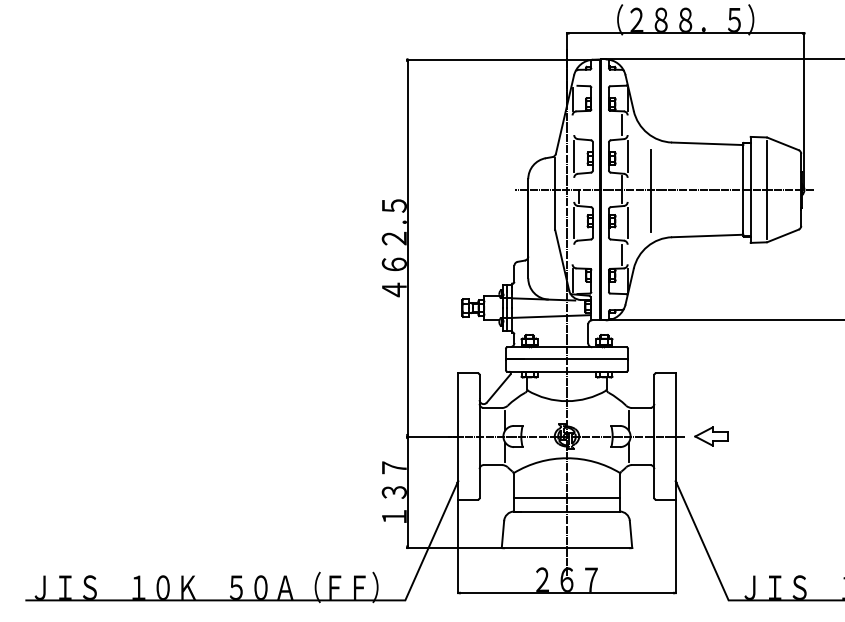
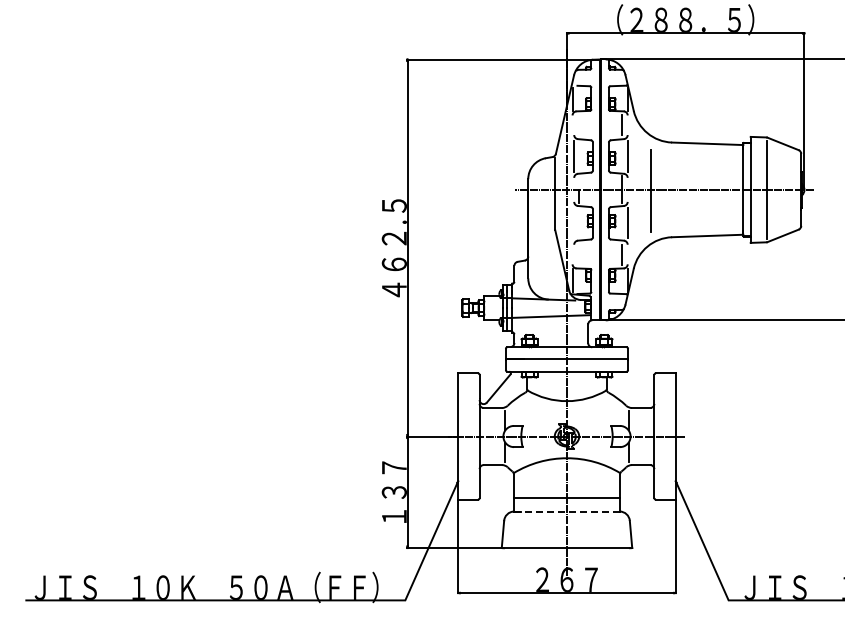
line at (574, 222): present -> none
part at (711, 436): present -> none
line at (567, 511): solid -> dashed
